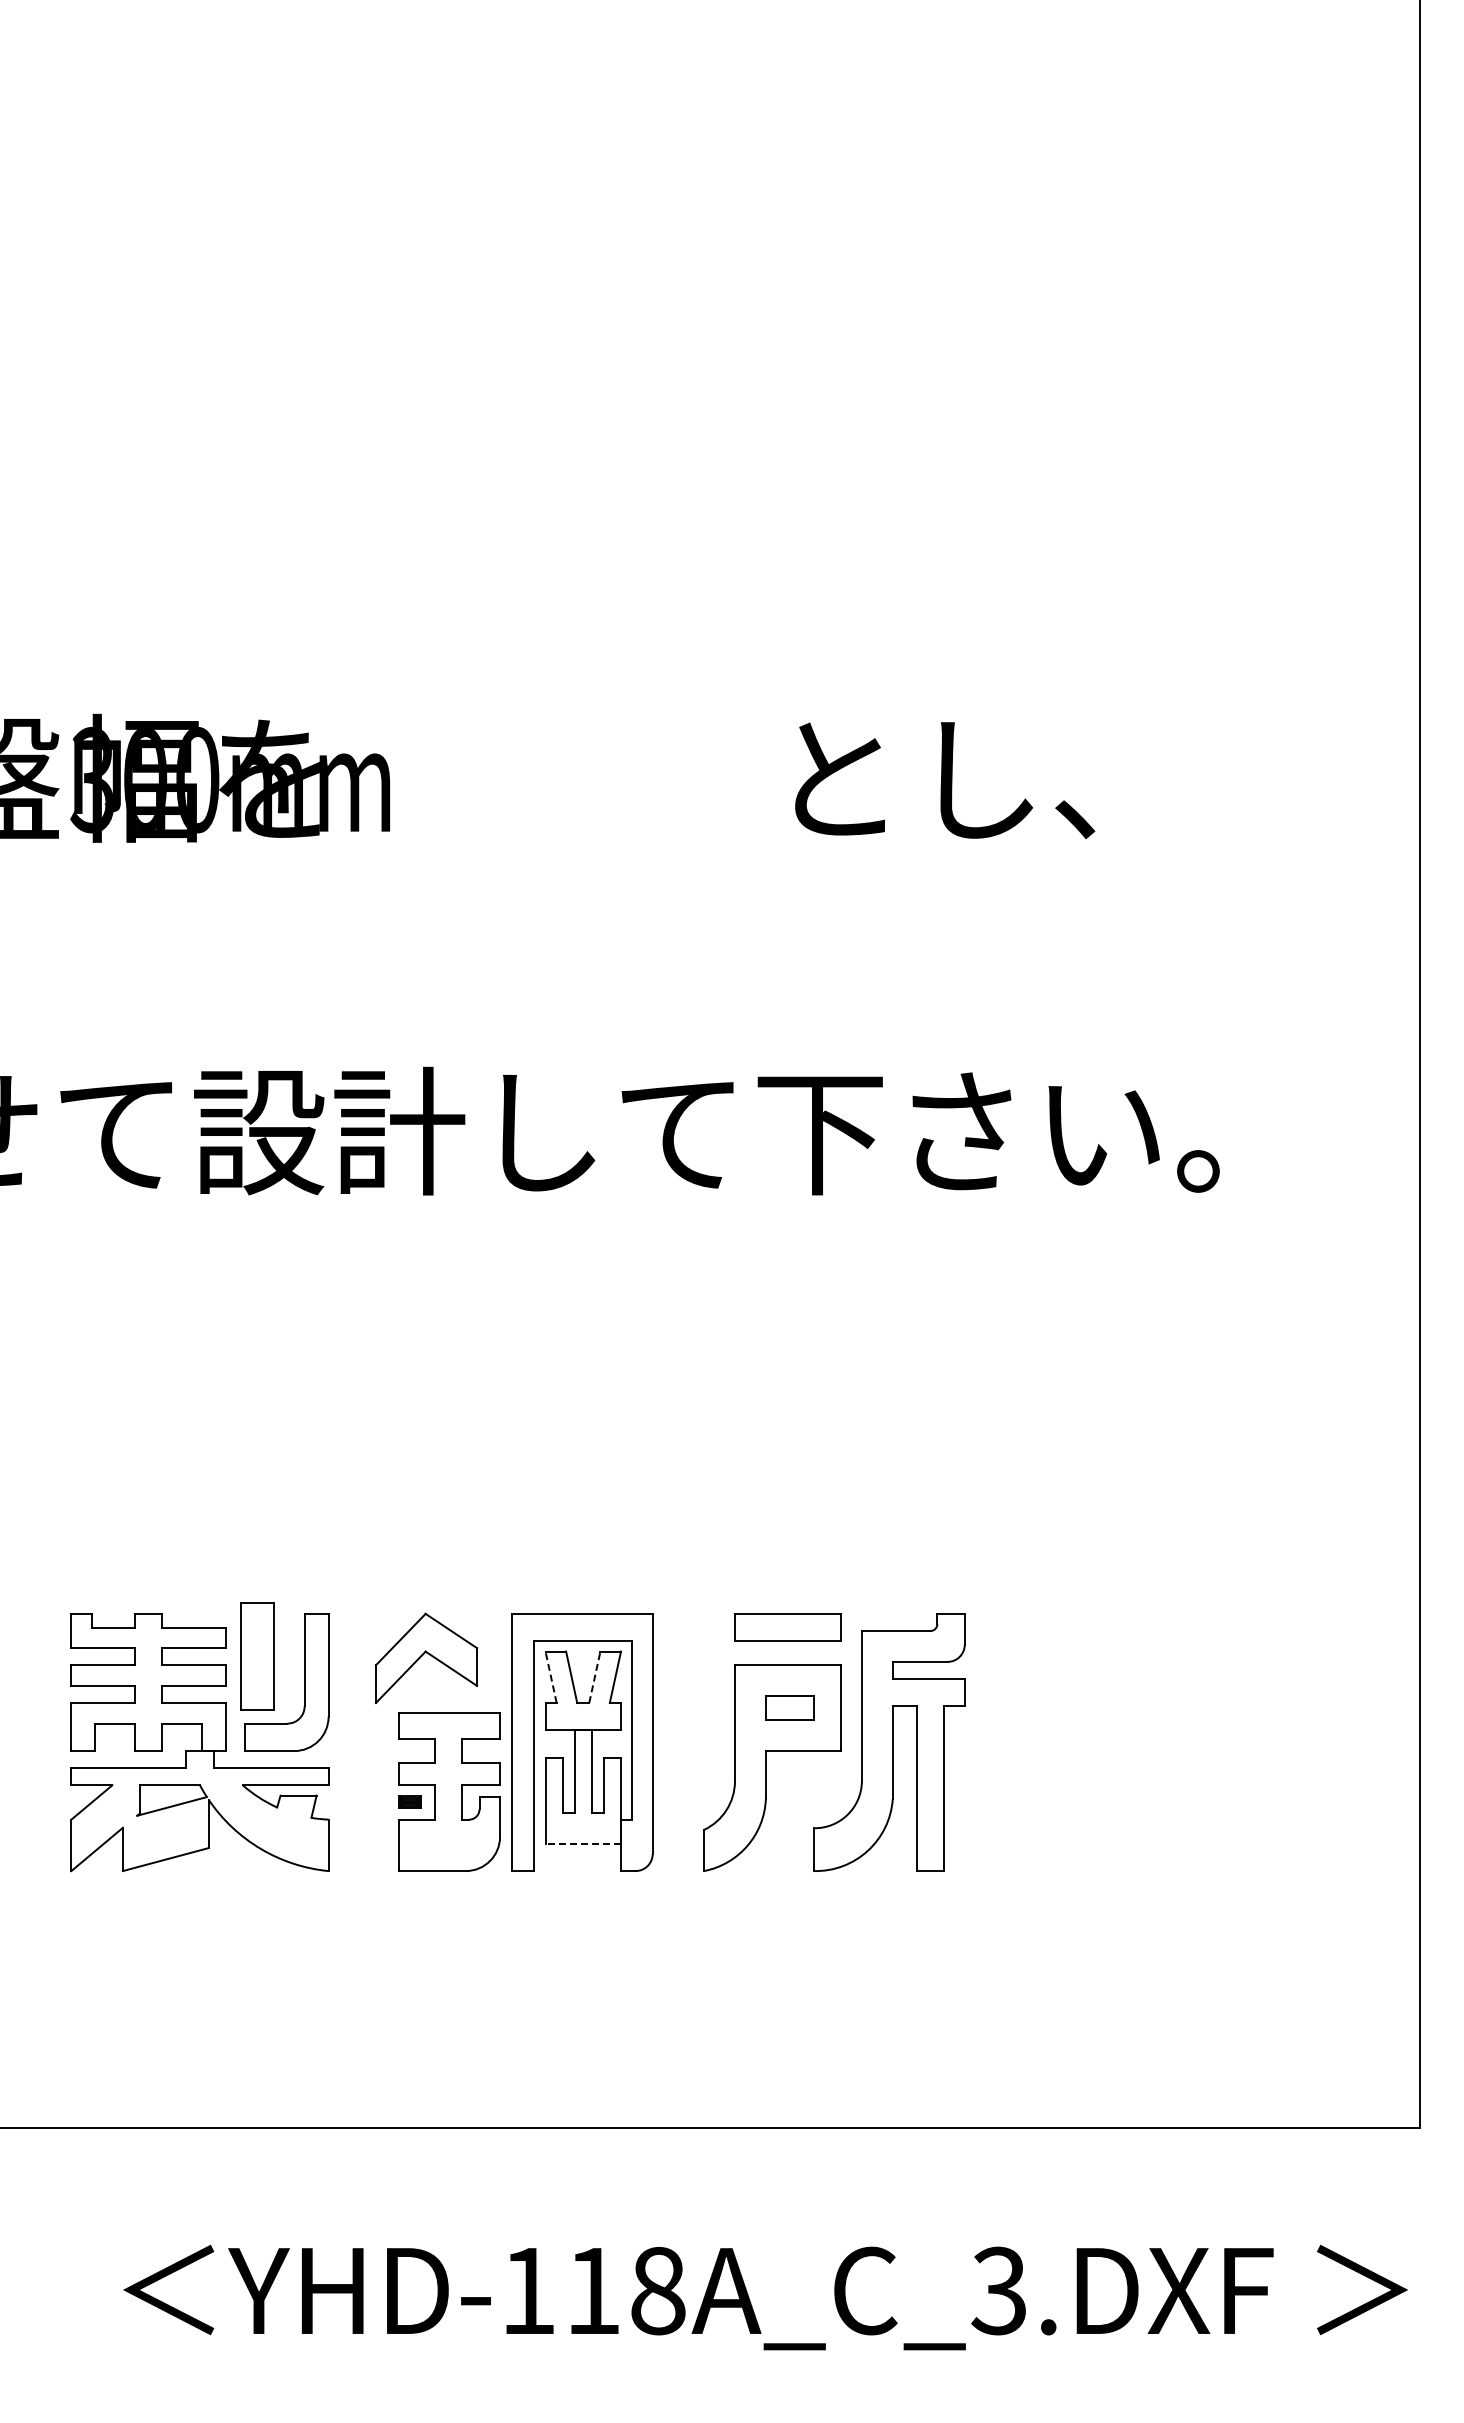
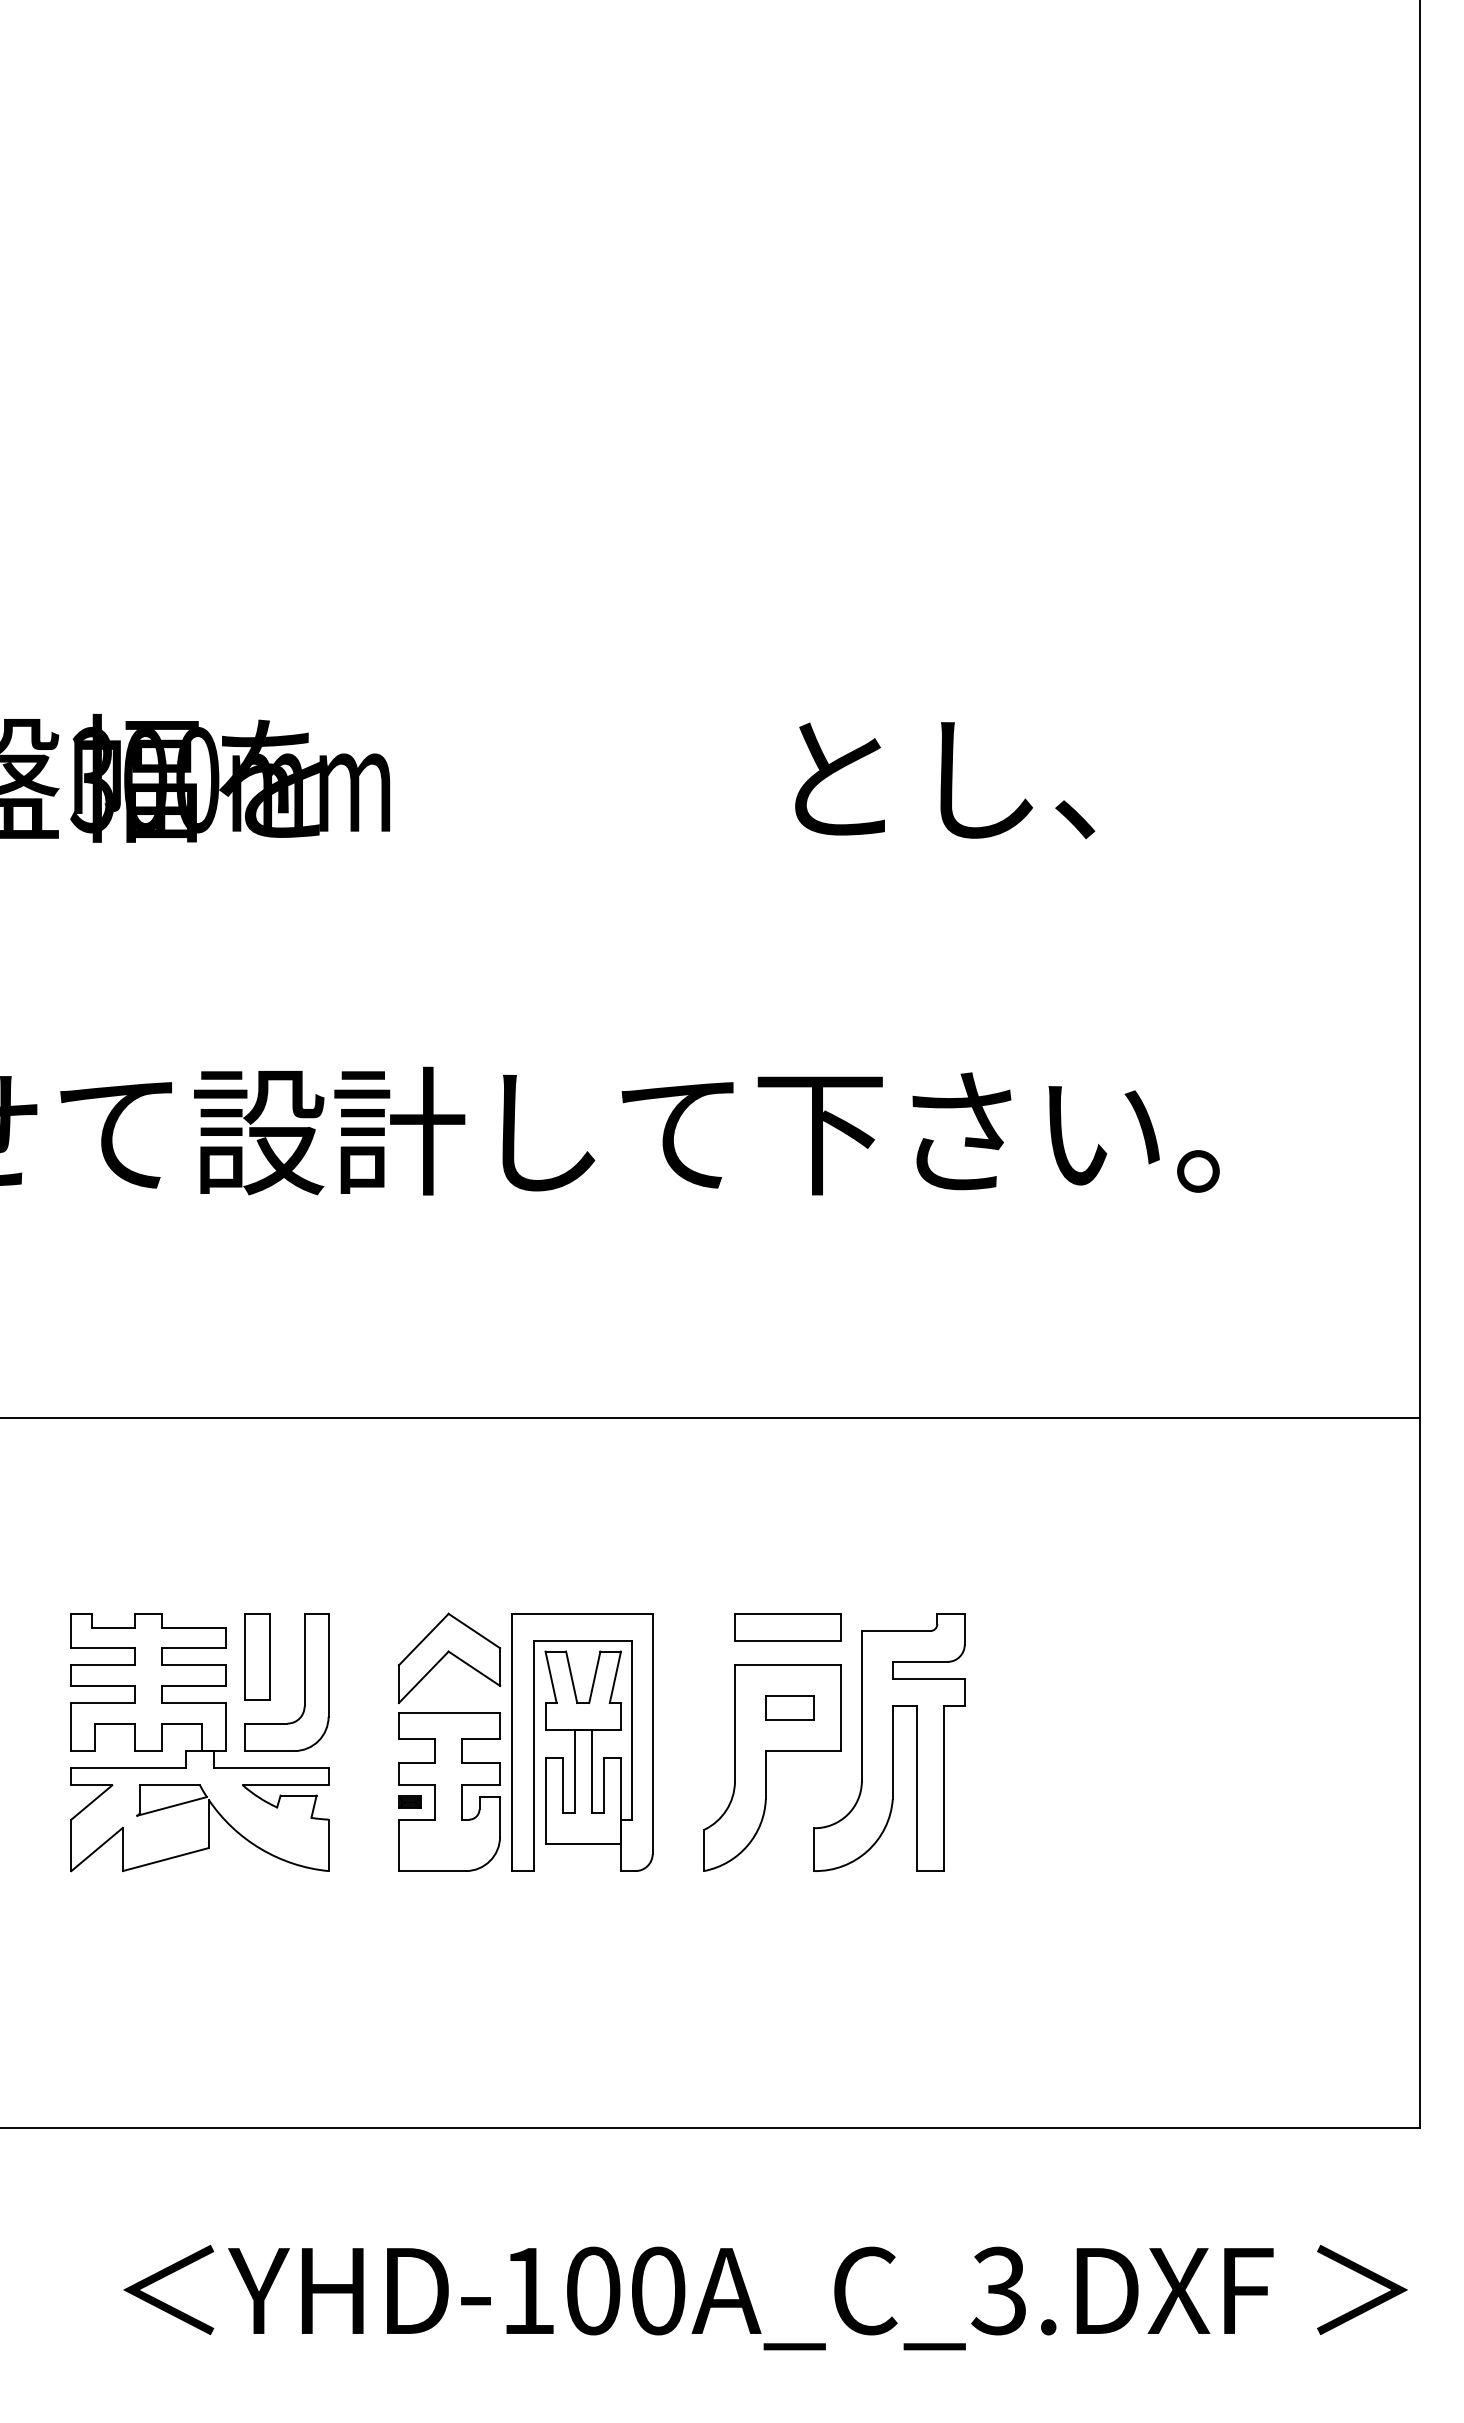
line at (711, 1418): none -> present
part at (257, 1656) size: 35x109 px -> 27x88 px
part at (426, 1657) position: (426, 1657) -> (449, 1657)
line at (551, 1676): dashed -> solid
line at (594, 1676): dashed -> solid
line at (583, 1843): dashed -> solid
text at (626, 2290): YHD-118A_C_3.DXF -> YHD-100A_C_3.DXF
